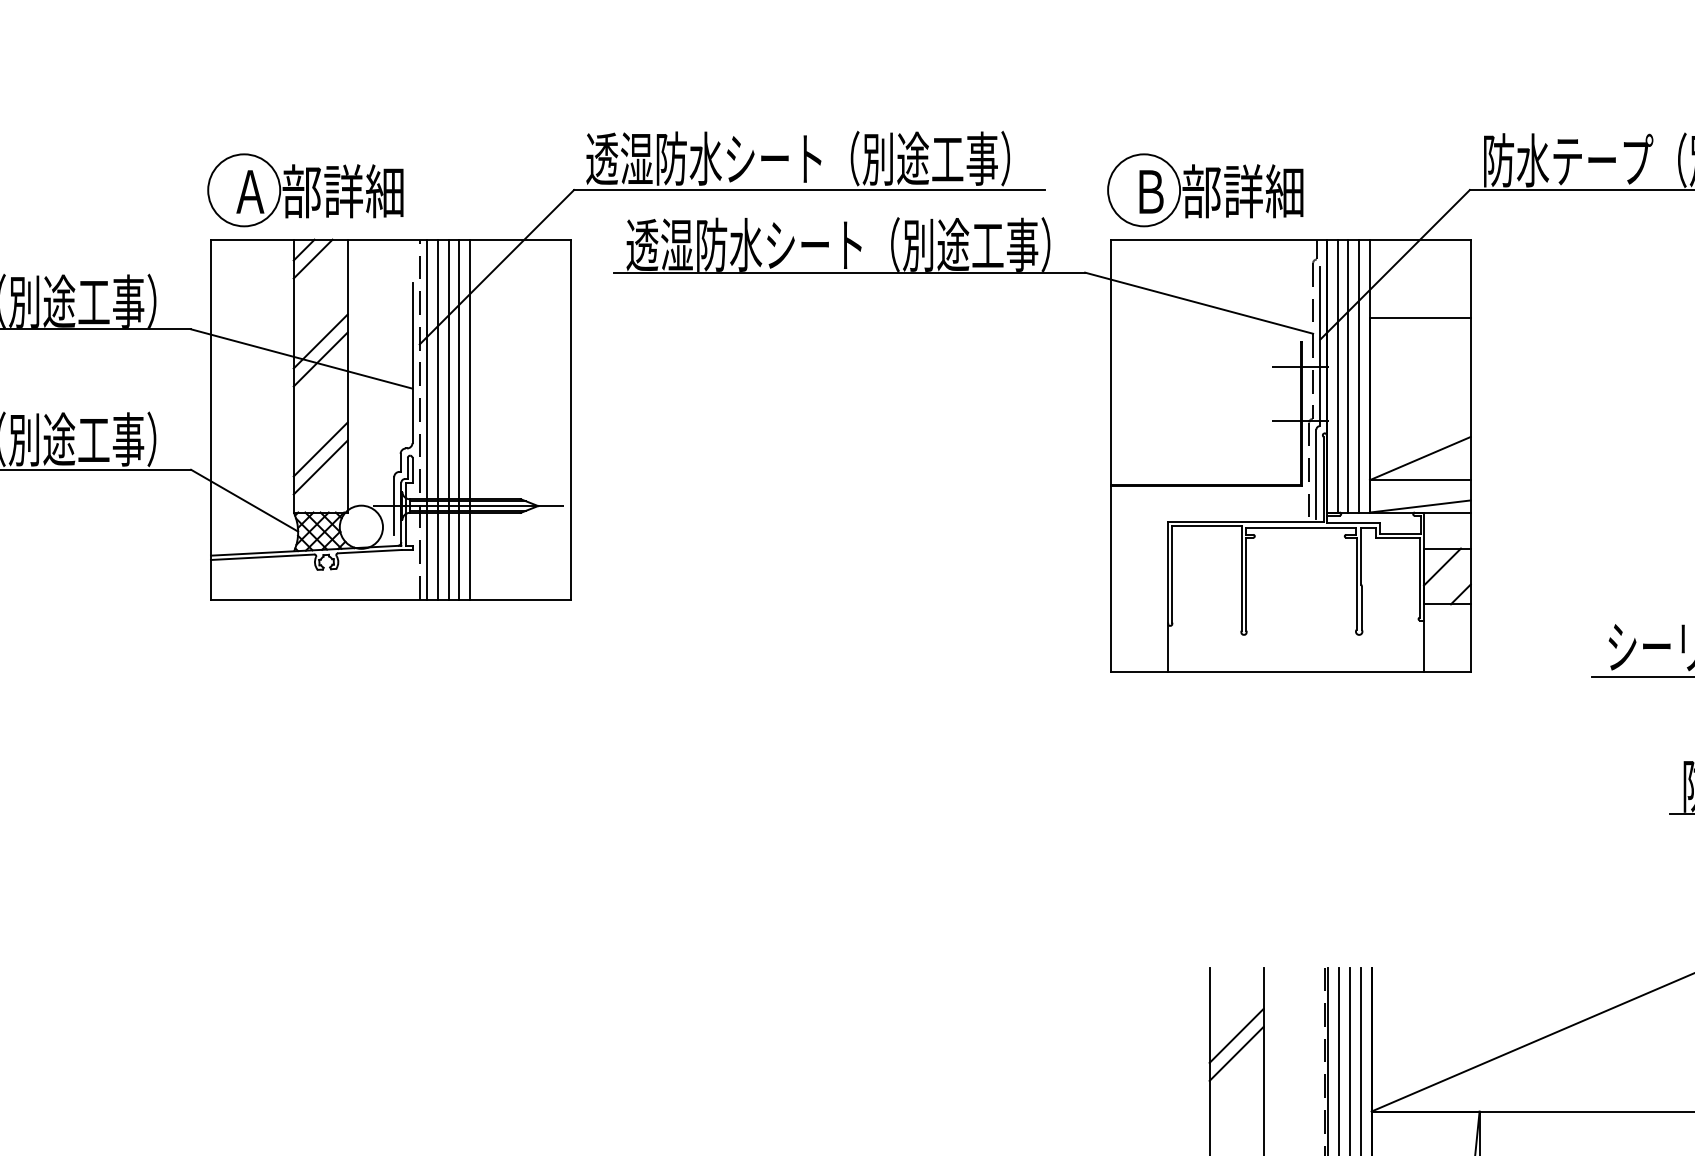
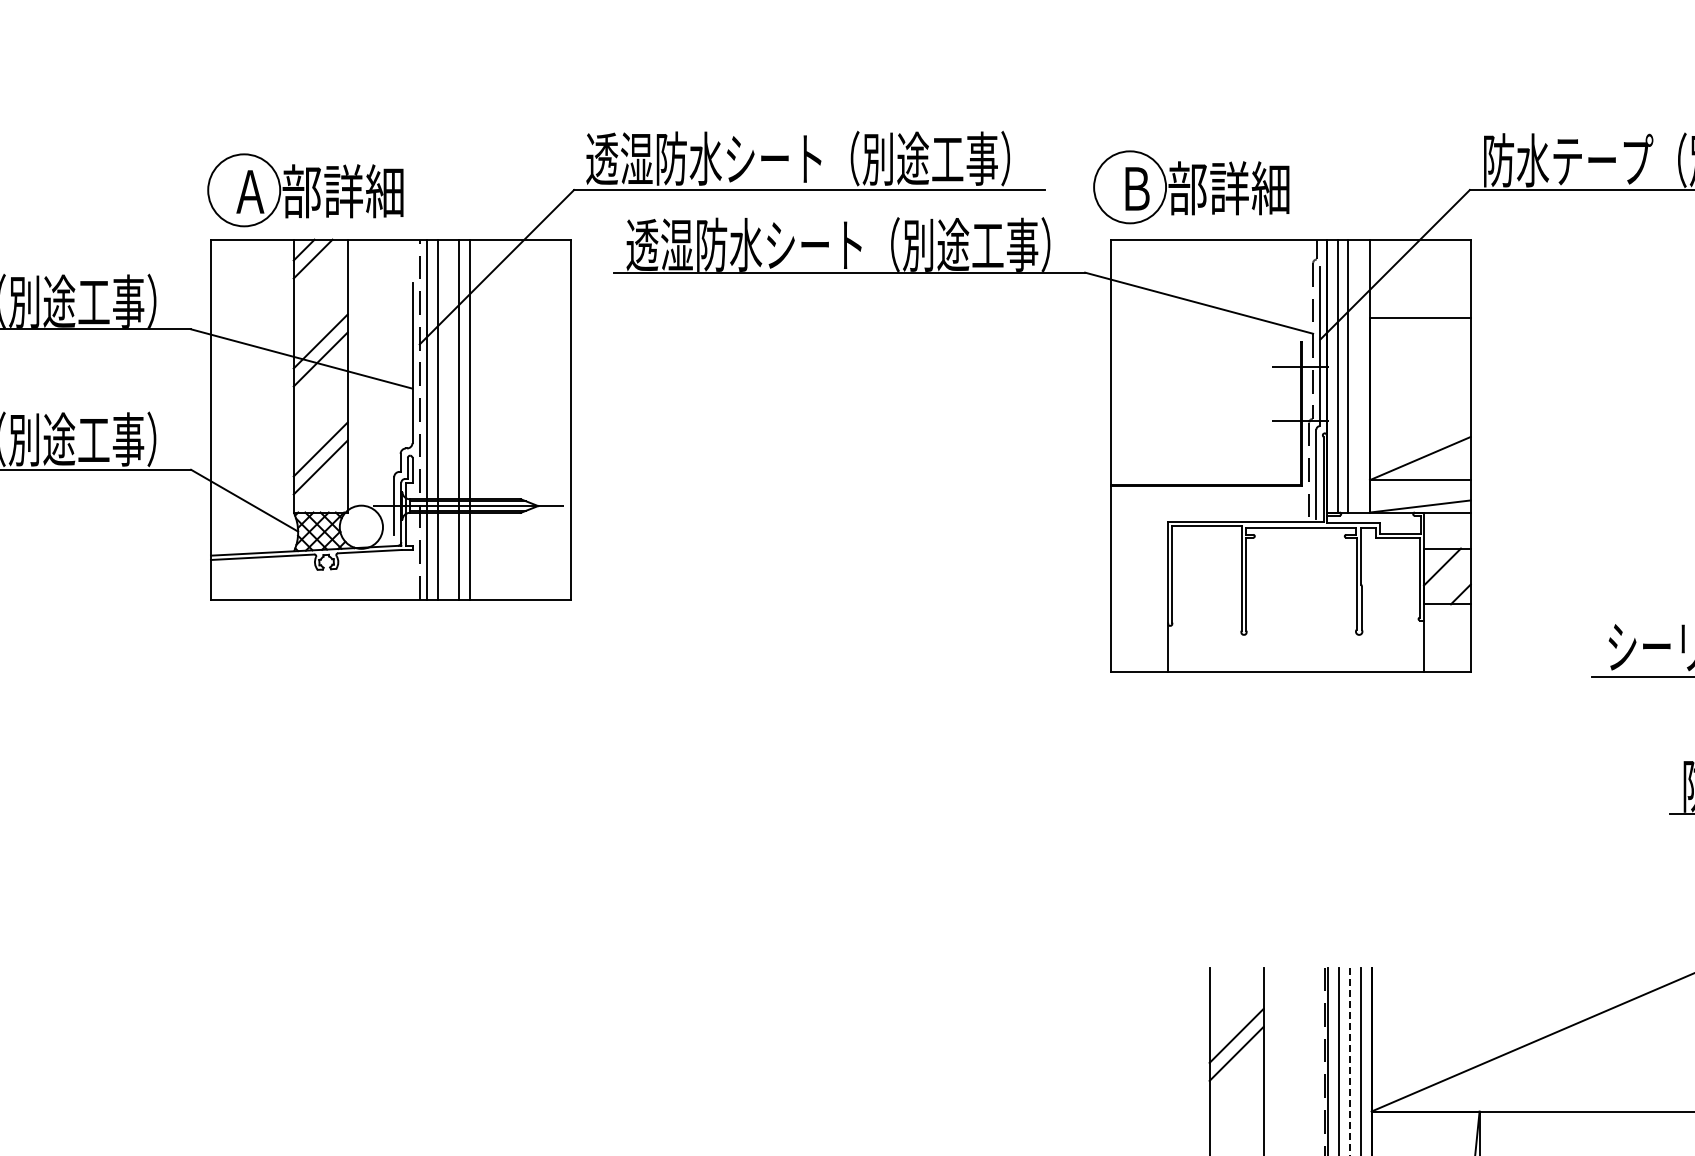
part at (1205, 190) position: (1205, 190) -> (1191, 187)
line at (1359, 375): present -> none
line at (448, 419): present -> none
line at (1350, 1061): solid -> dashed
